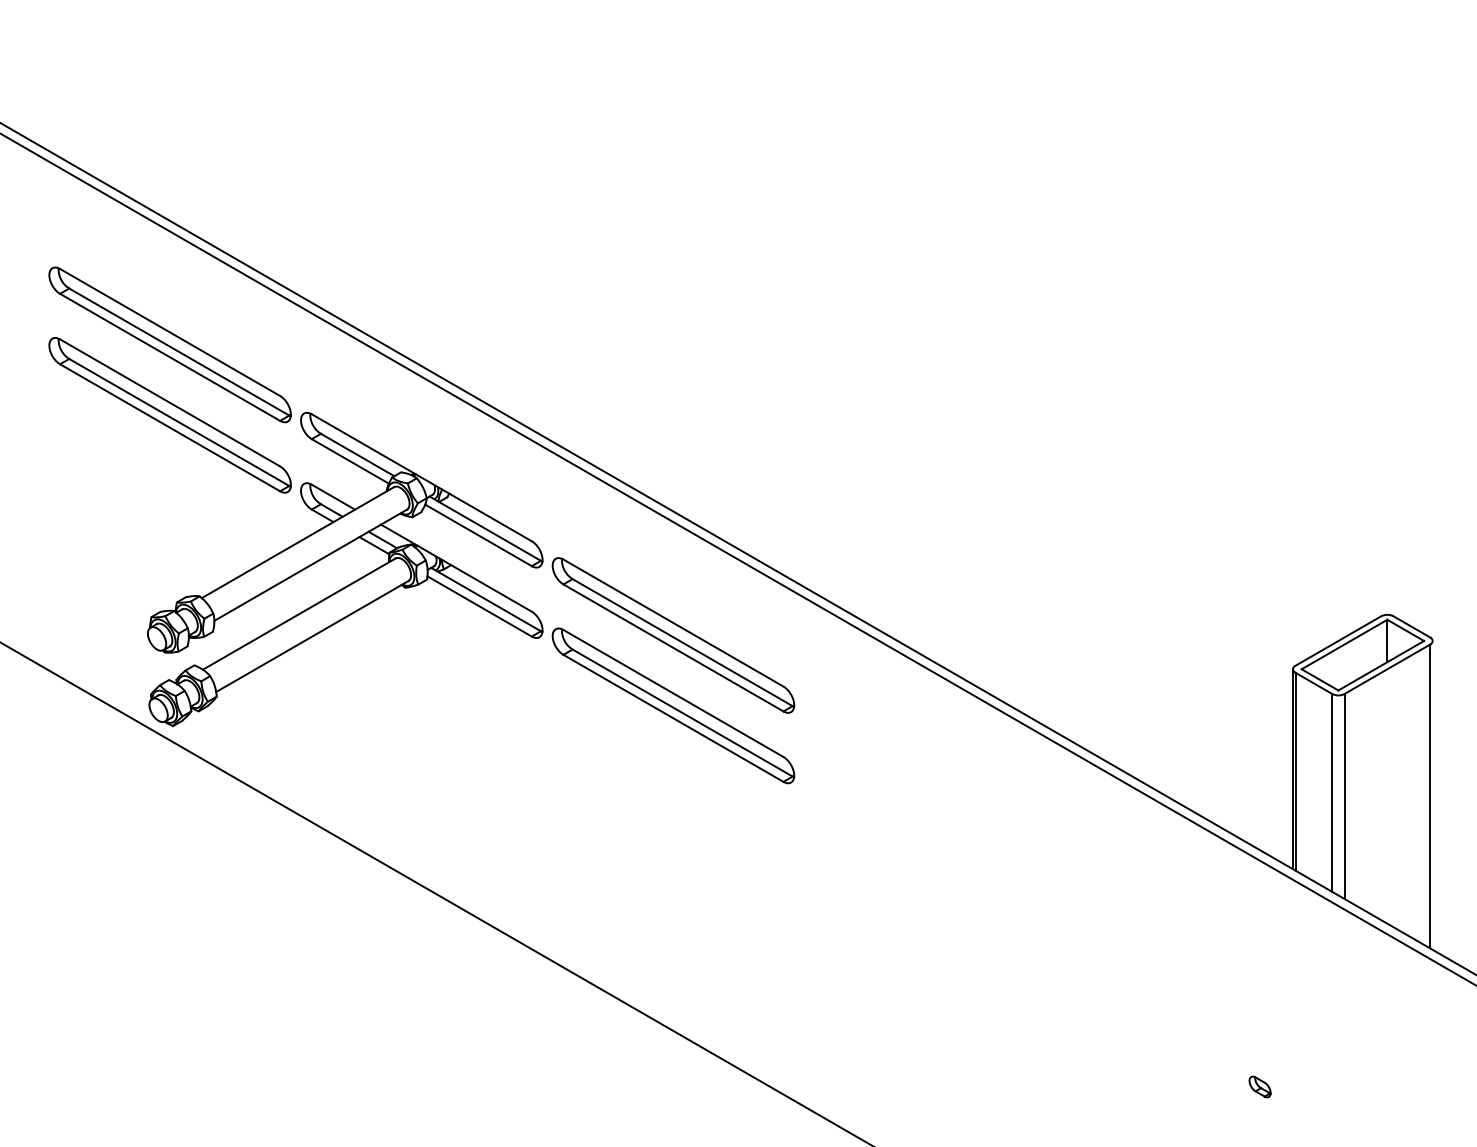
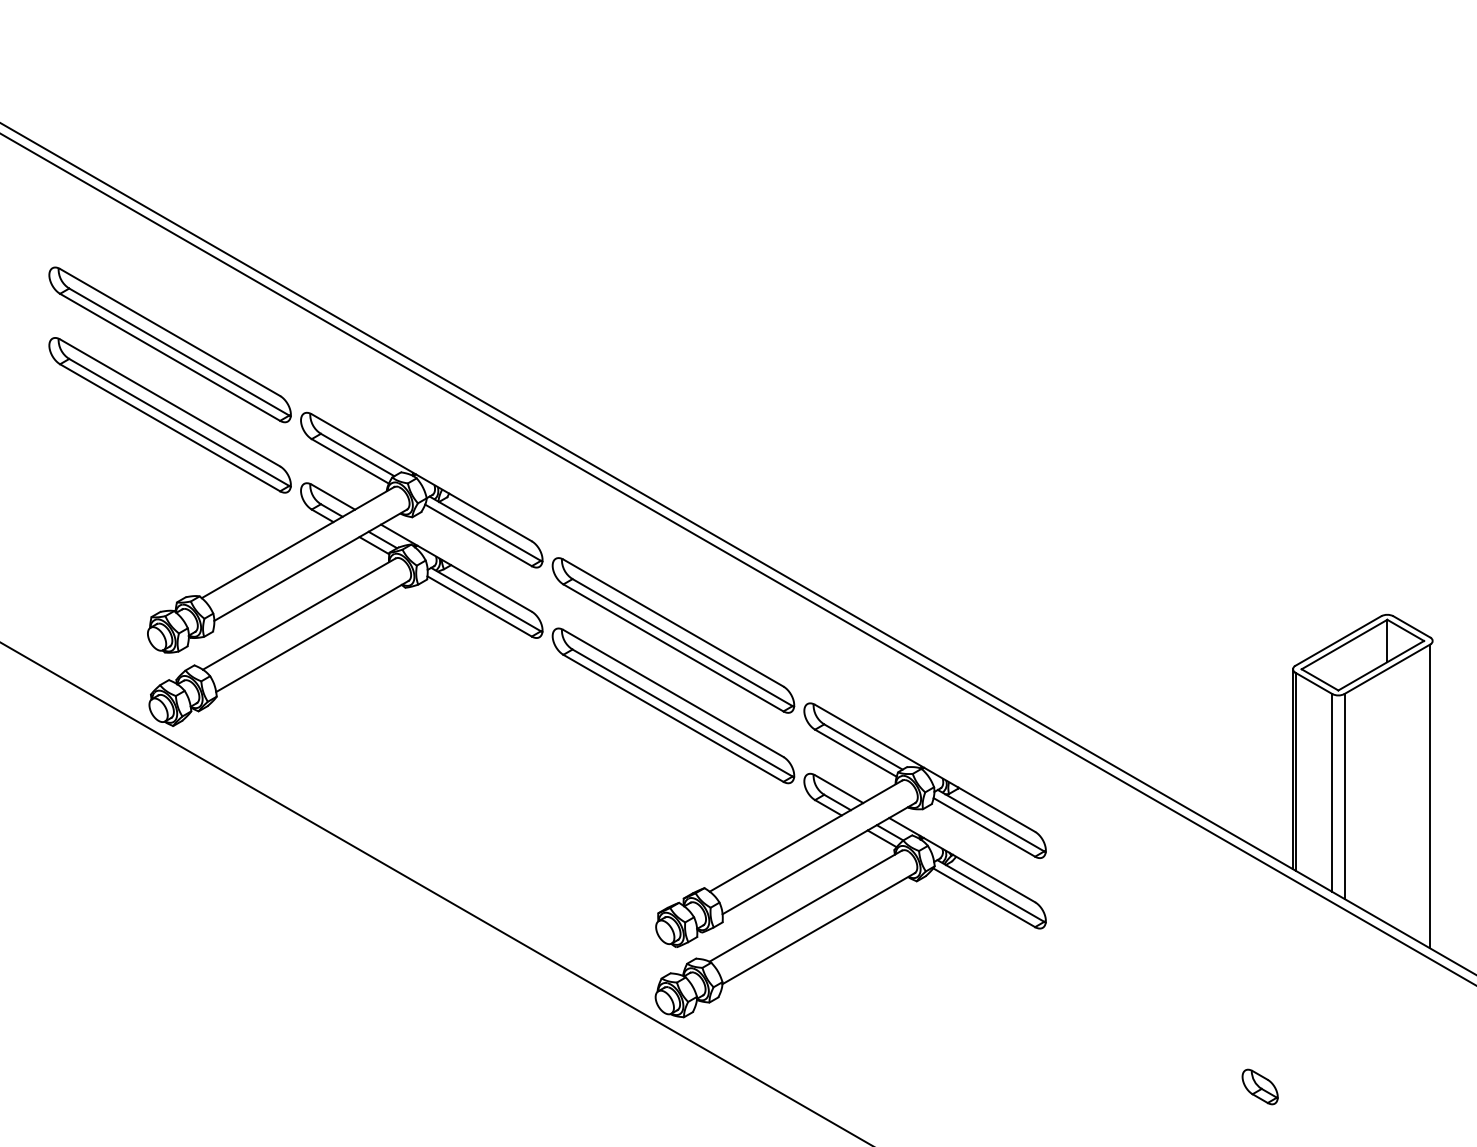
part at (842, 846): none -> present
part at (1259, 1086) size: 24x24 px -> 38x38 px
